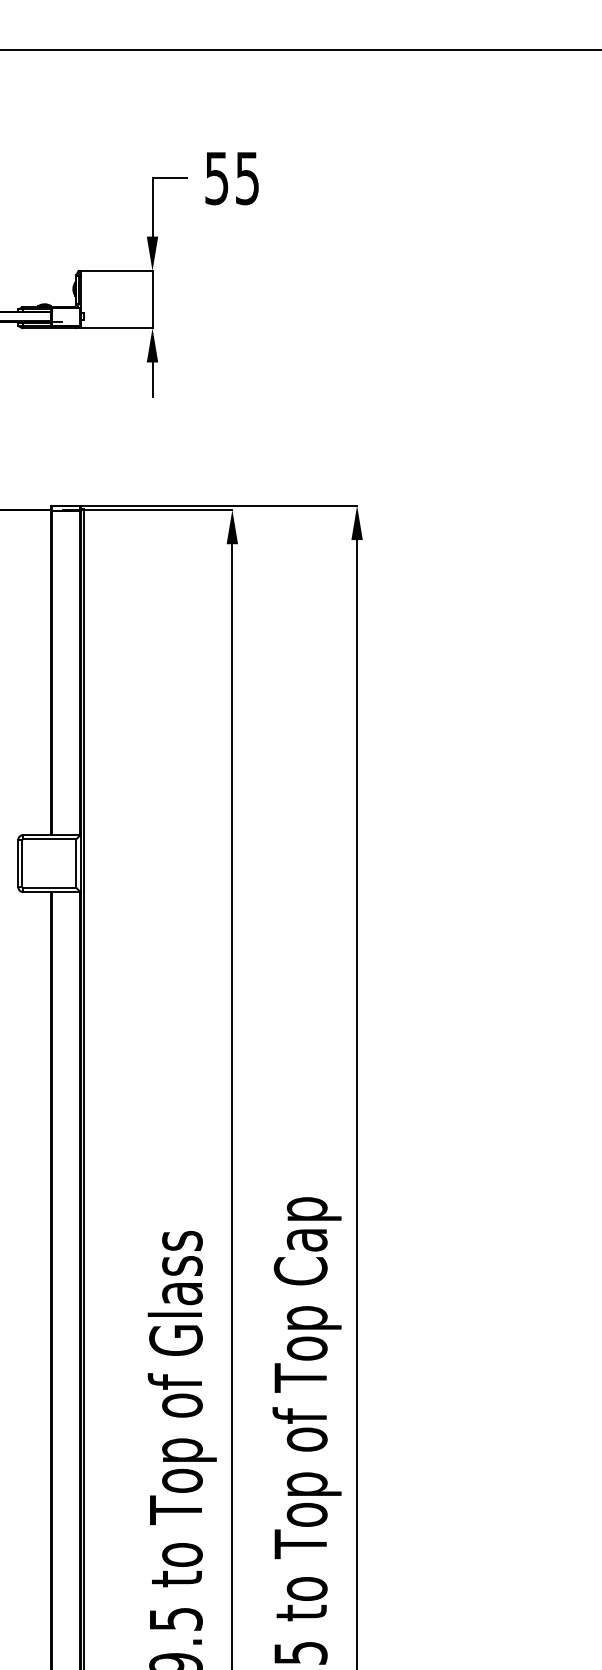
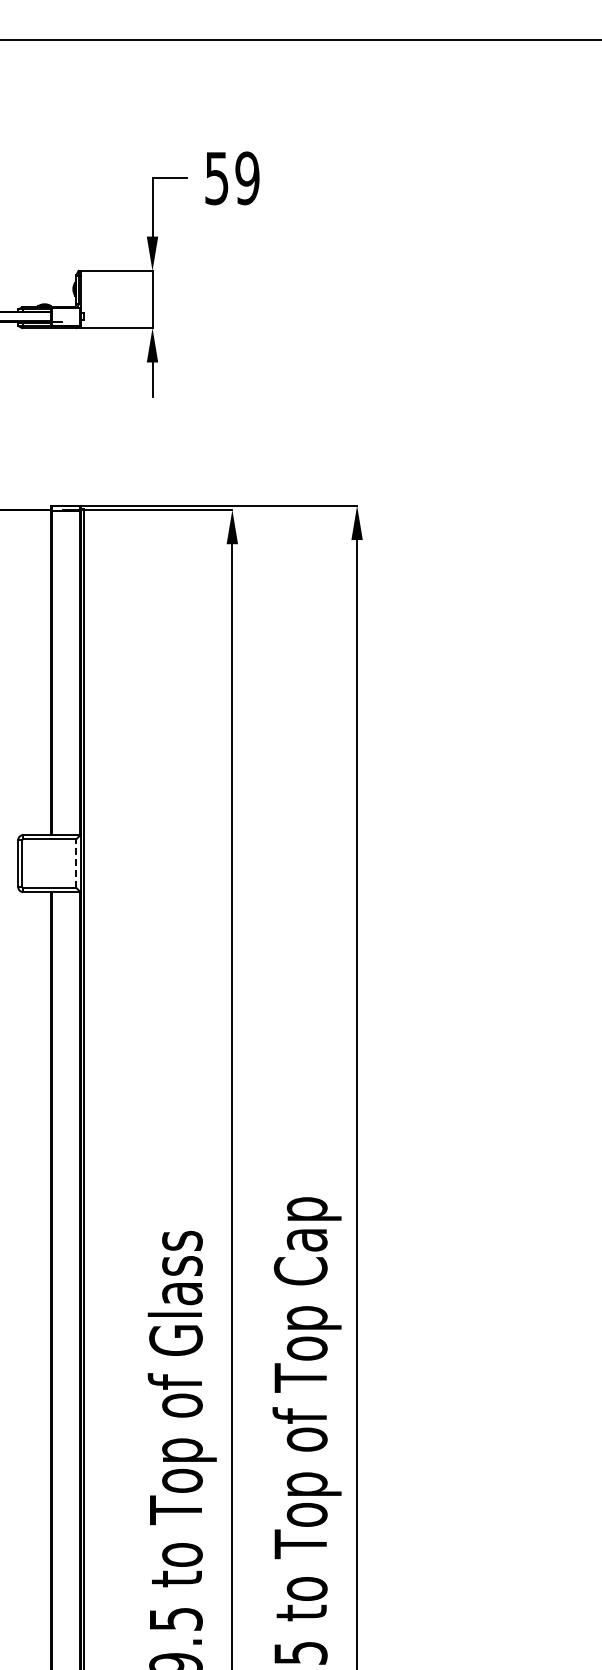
line at (300, 50) position: (300, 50) -> (300, 40)
text at (247, 178): 55 -> 59
line at (76, 863): solid -> dashed
